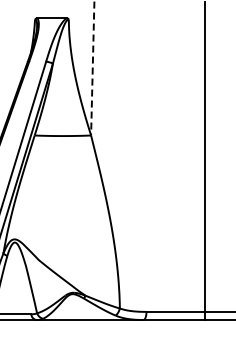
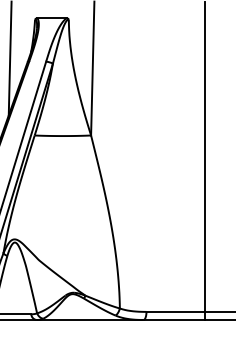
line at (9, 58): none -> present
line at (92, 68): dashed -> solid
